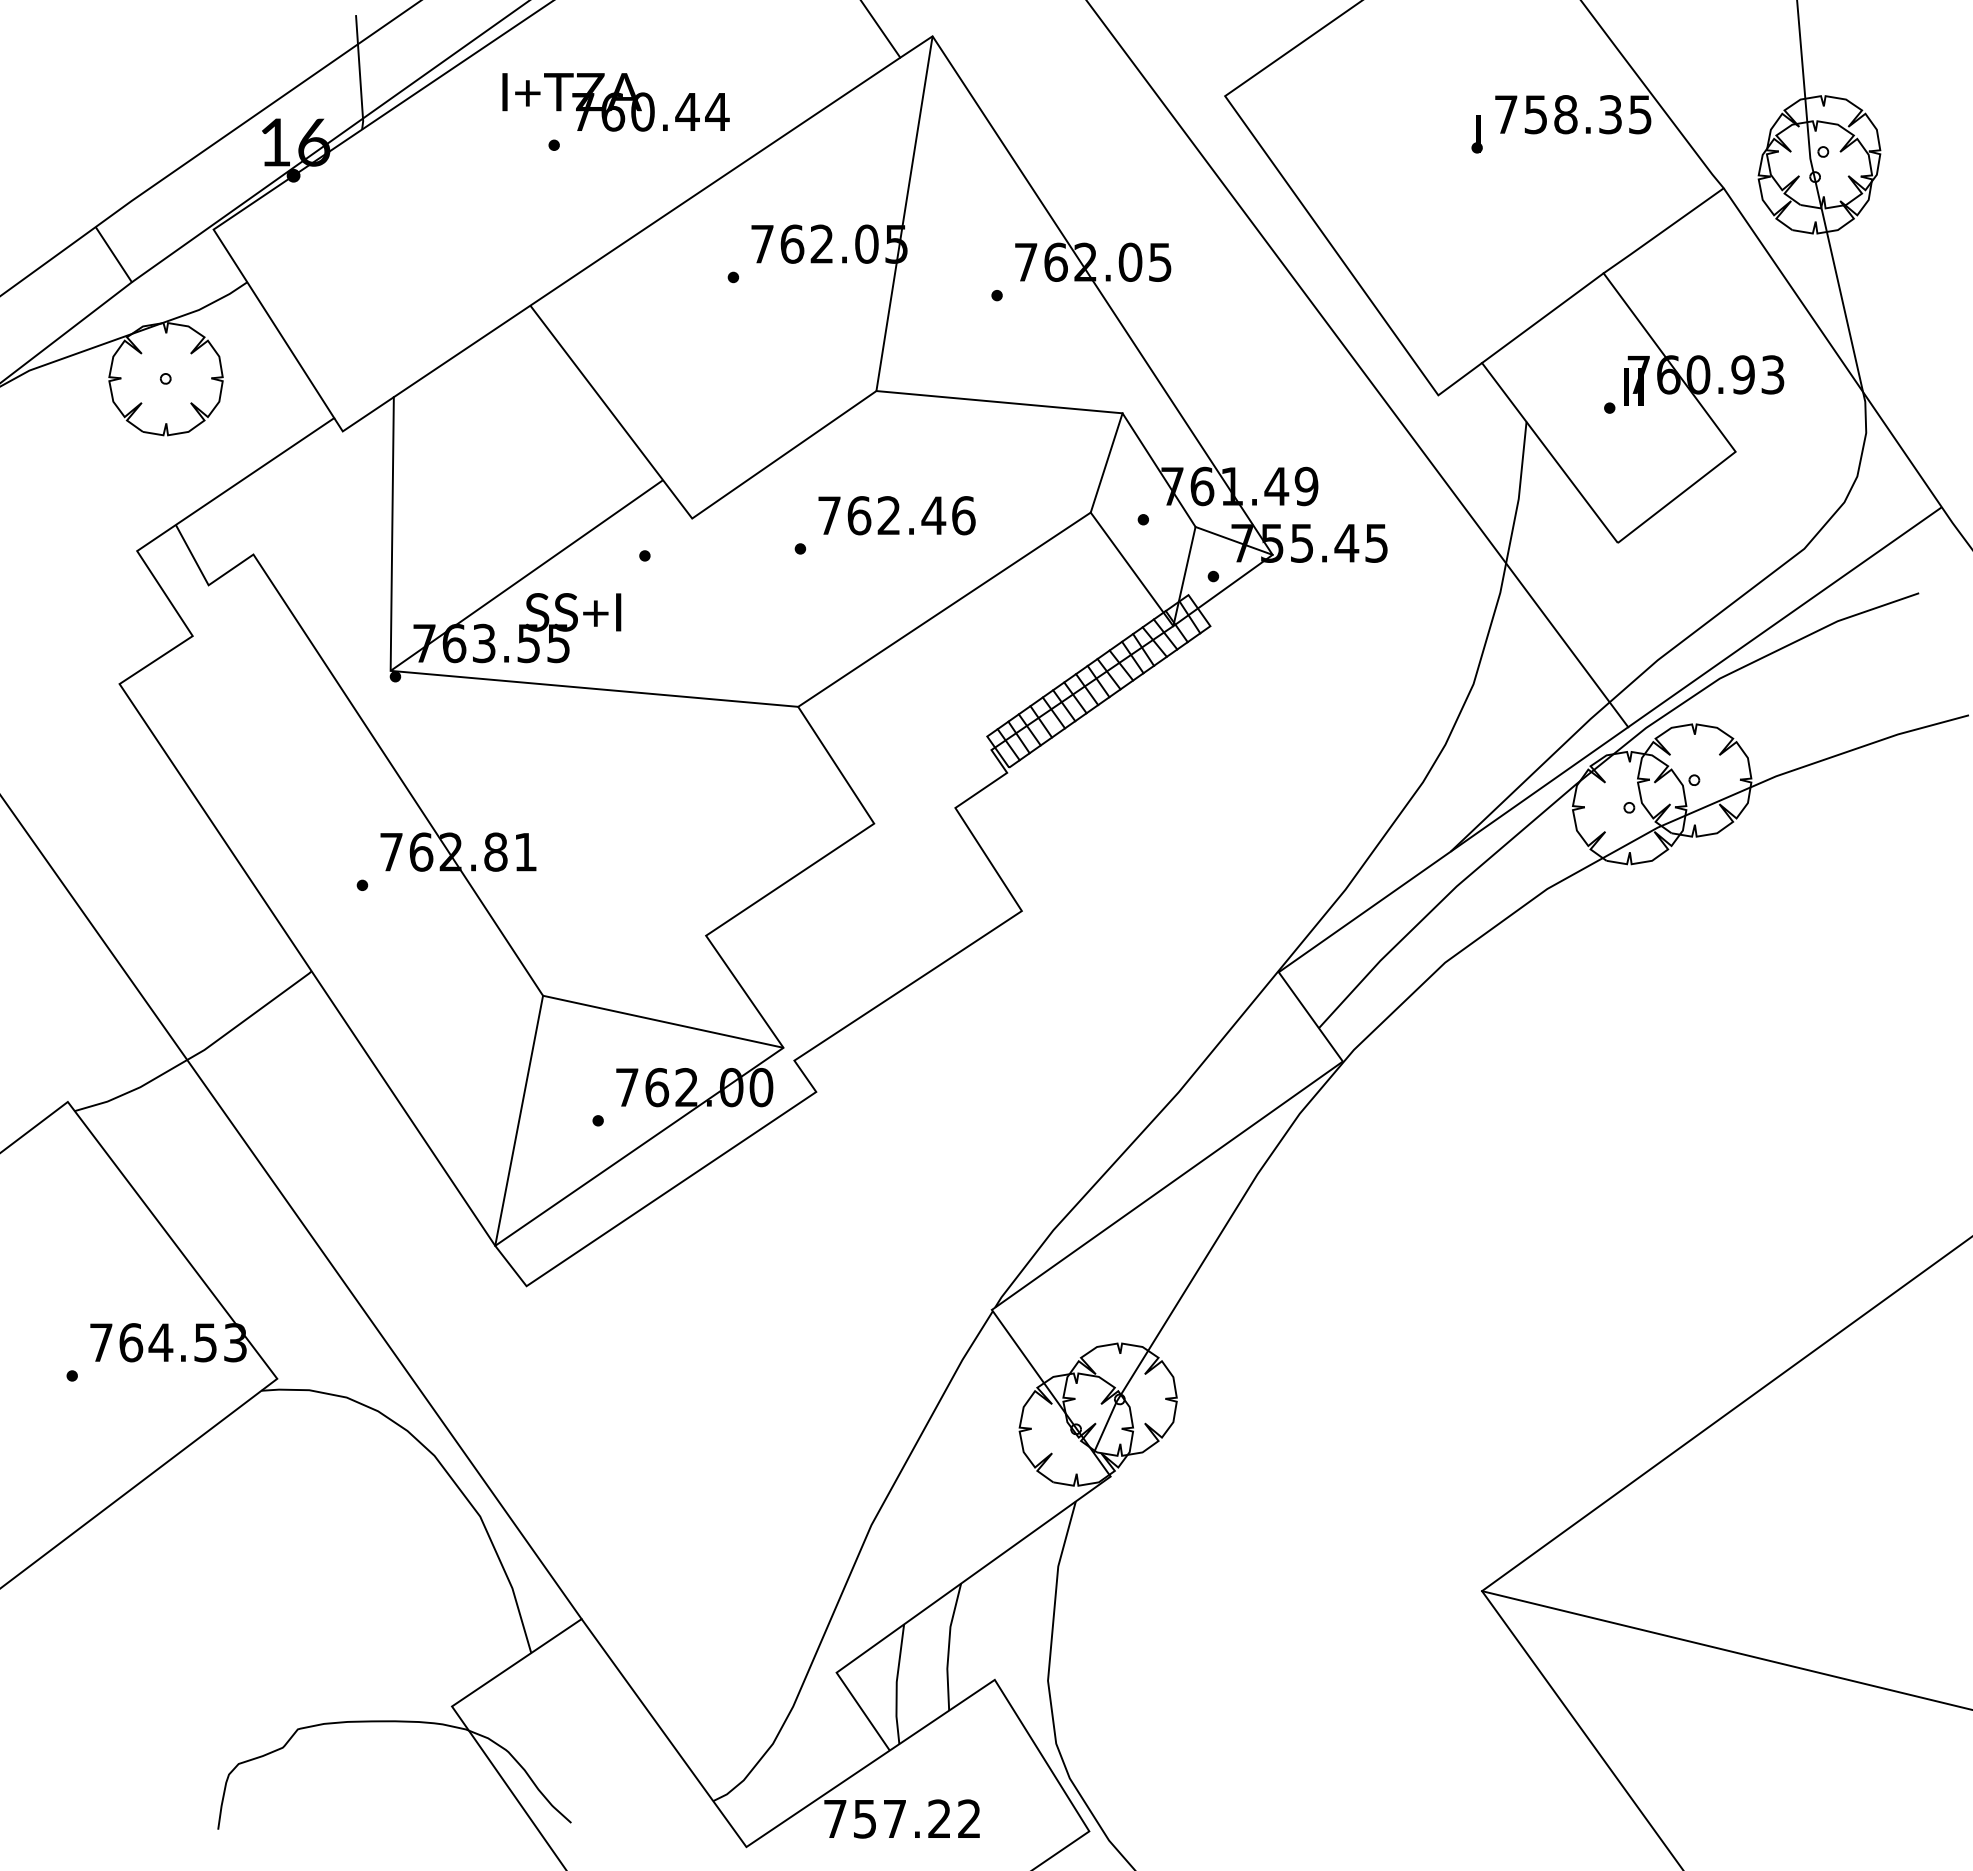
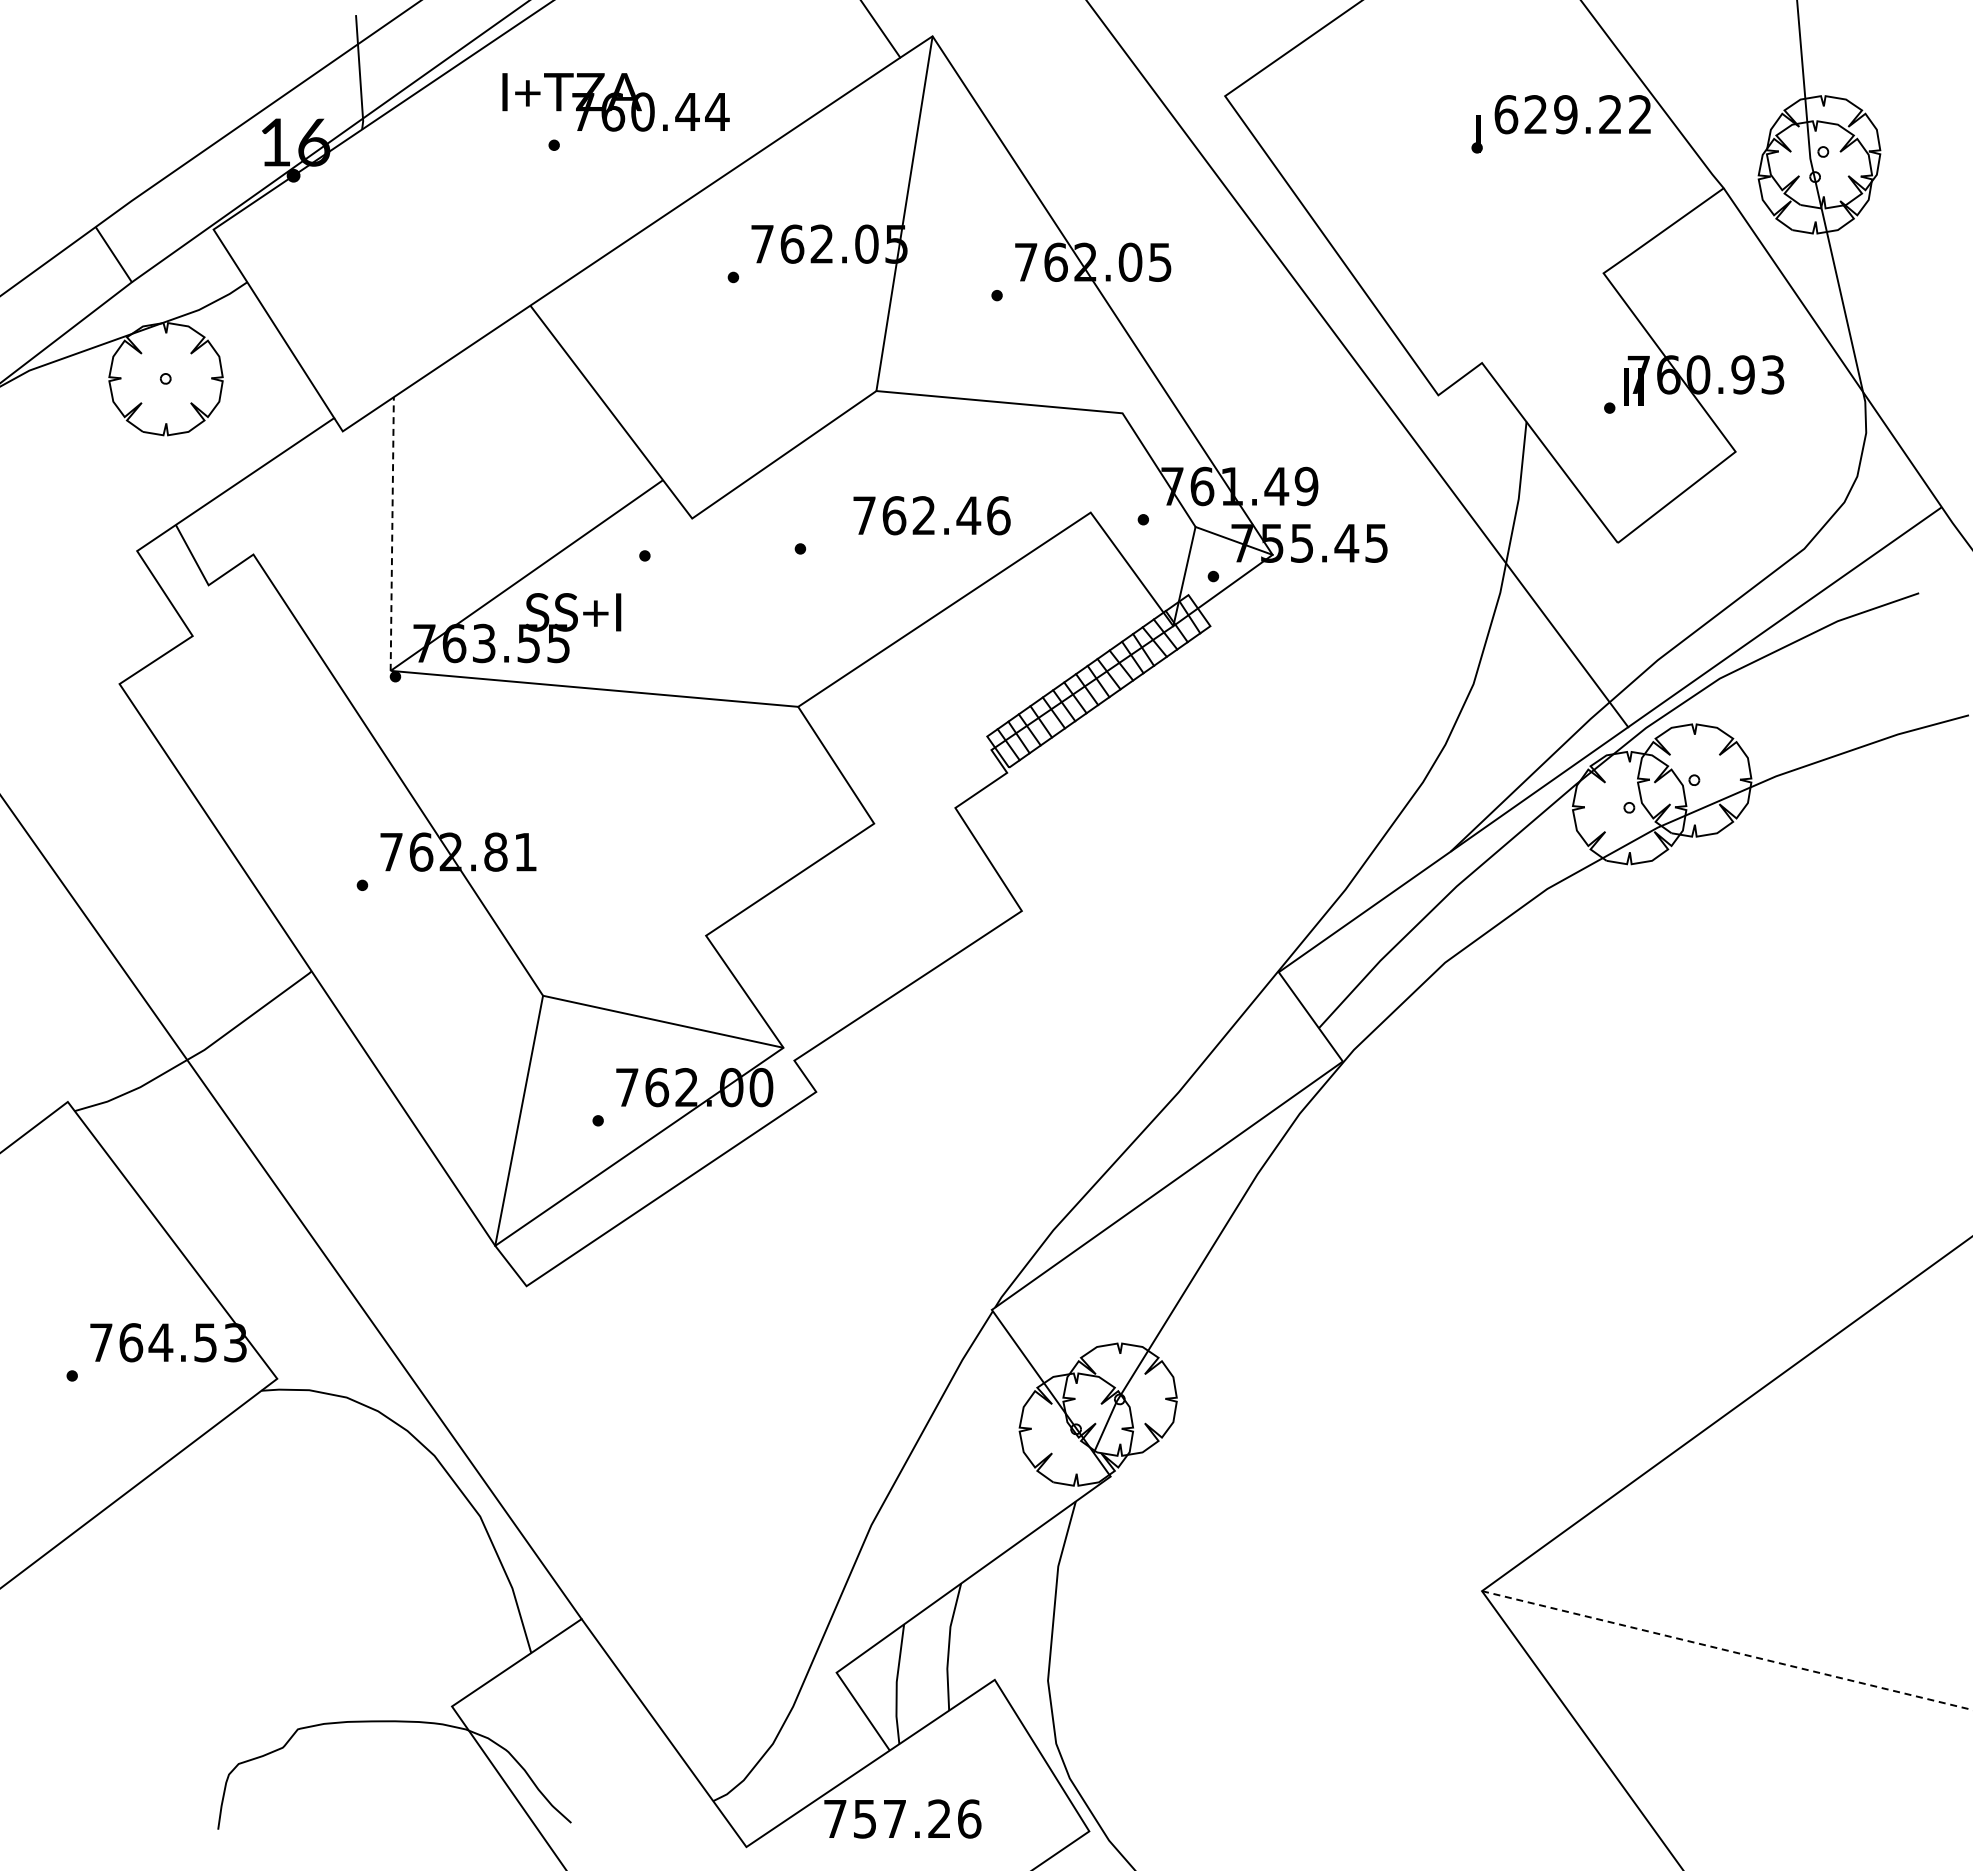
text at (1572, 114): 758.35 -> 629.22
line at (1542, 318): present -> none
line at (1106, 462): present -> none
text at (896, 515) position: (896, 515) -> (931, 515)
line at (392, 534): solid -> dashed
line at (1727, 1650): solid -> dashed
text at (969, 1818): 757.22 -> 757.26
